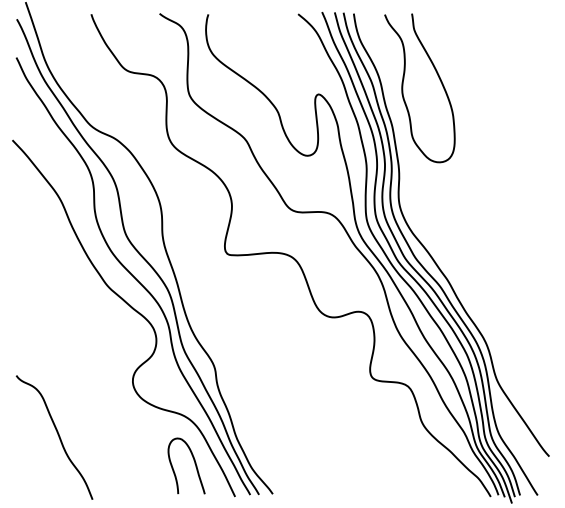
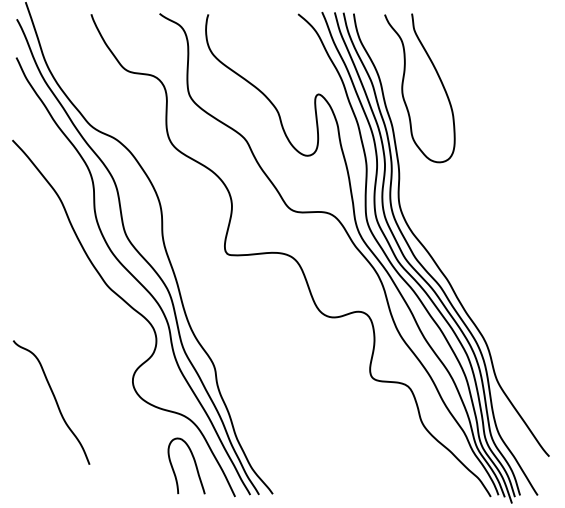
curve at (58, 437) position: (58, 437) -> (55, 402)
